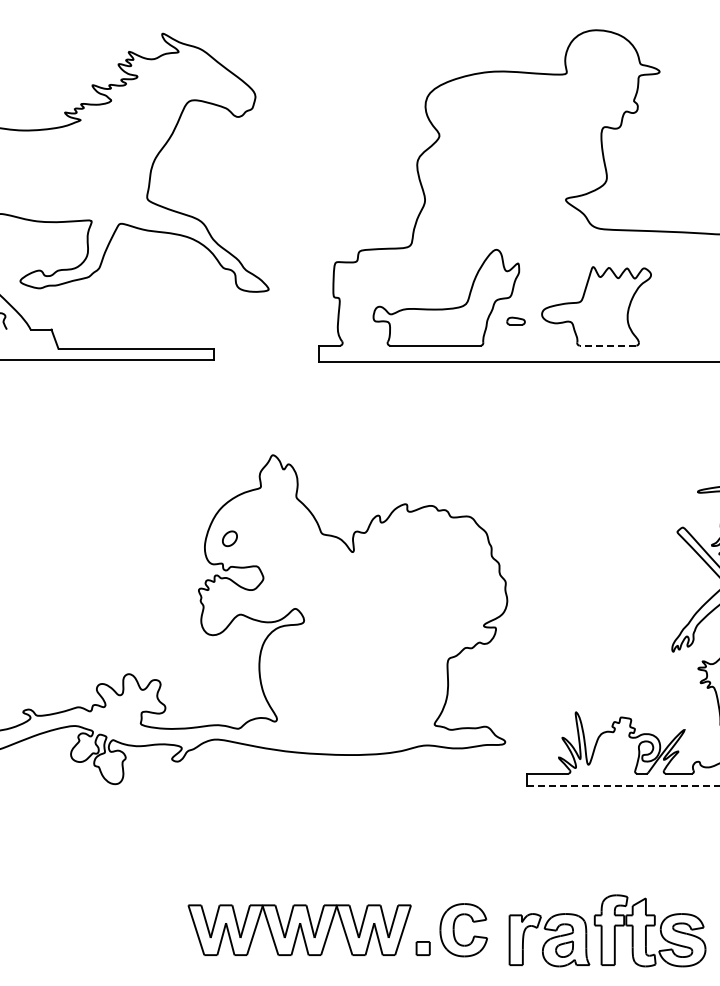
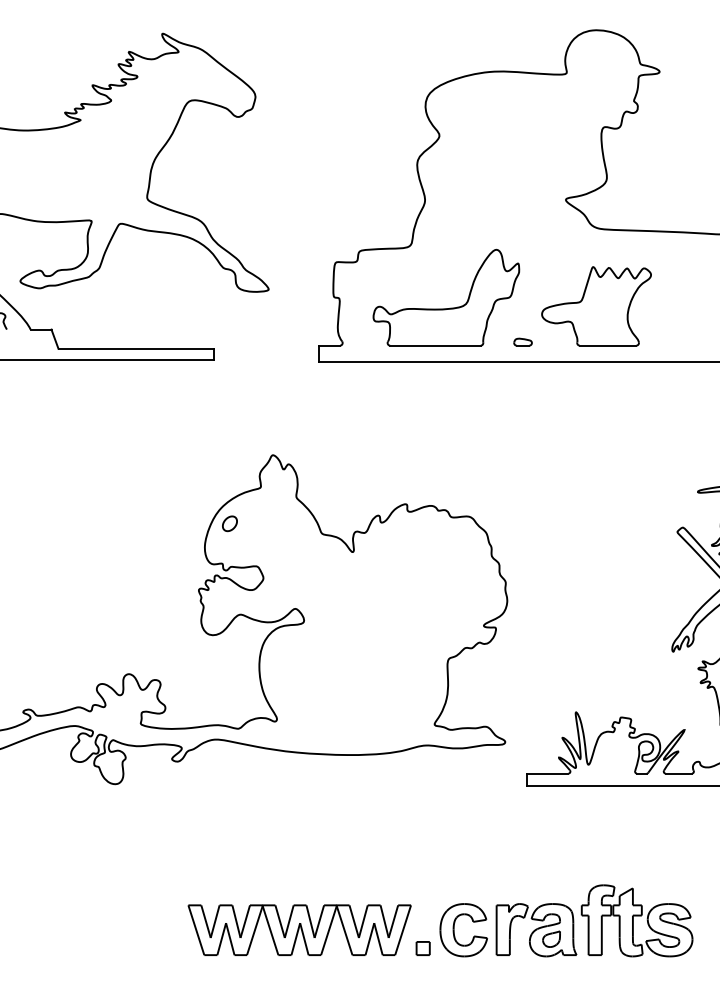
part at (515, 320) position: (515, 320) -> (522, 341)
line at (607, 345): dashed -> solid
part at (229, 538) position: (229, 538) -> (229, 523)
line at (624, 785): dashed -> solid
part at (607, 930) position: (607, 930) -> (594, 920)
